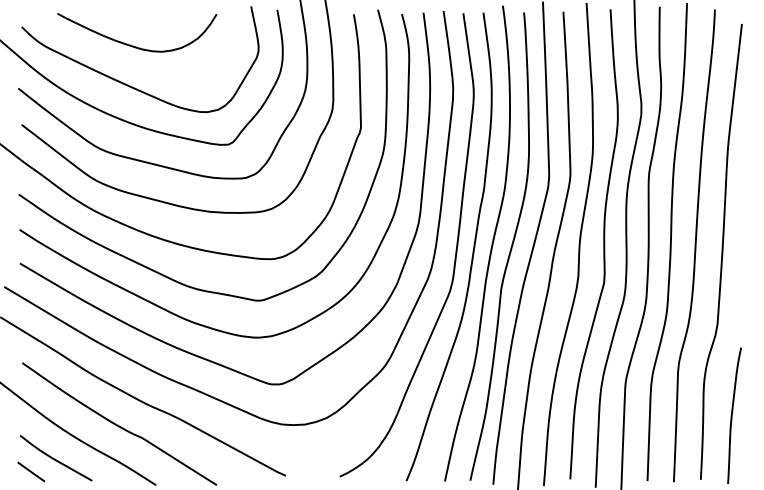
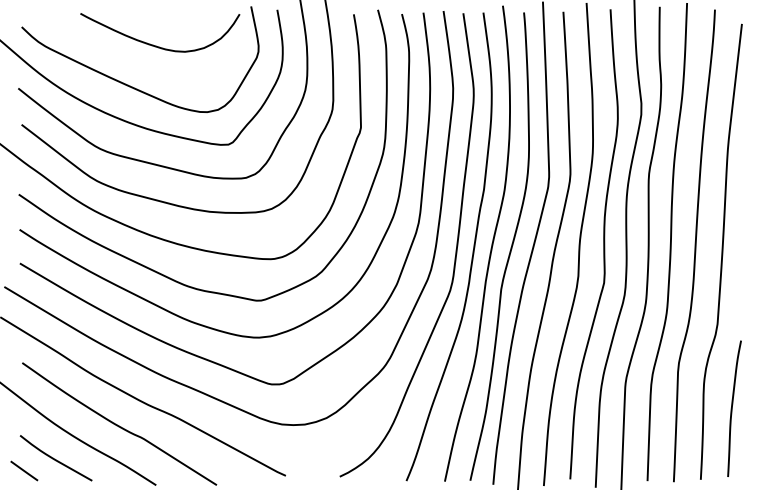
curve at (133, 45) position: (133, 45) -> (156, 45)
curve at (732, 415) position: (732, 415) -> (732, 408)
line at (31, 471) position: (31, 471) -> (24, 470)
